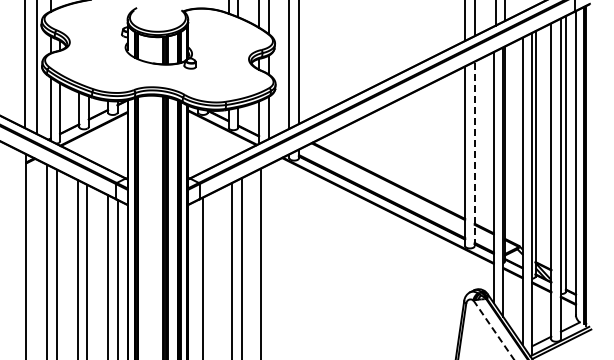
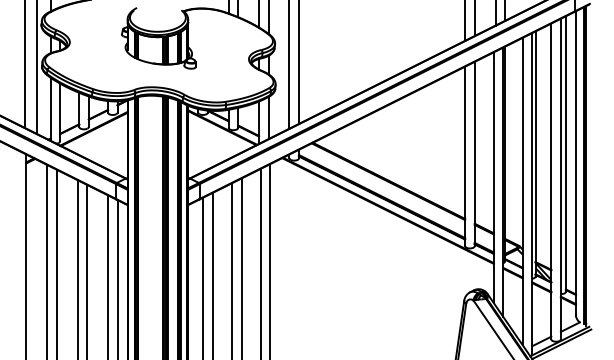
line at (474, 153): dashed -> solid
line at (270, 260): none -> present
line at (212, 274): none -> present
line at (493, 329): dashed -> solid
